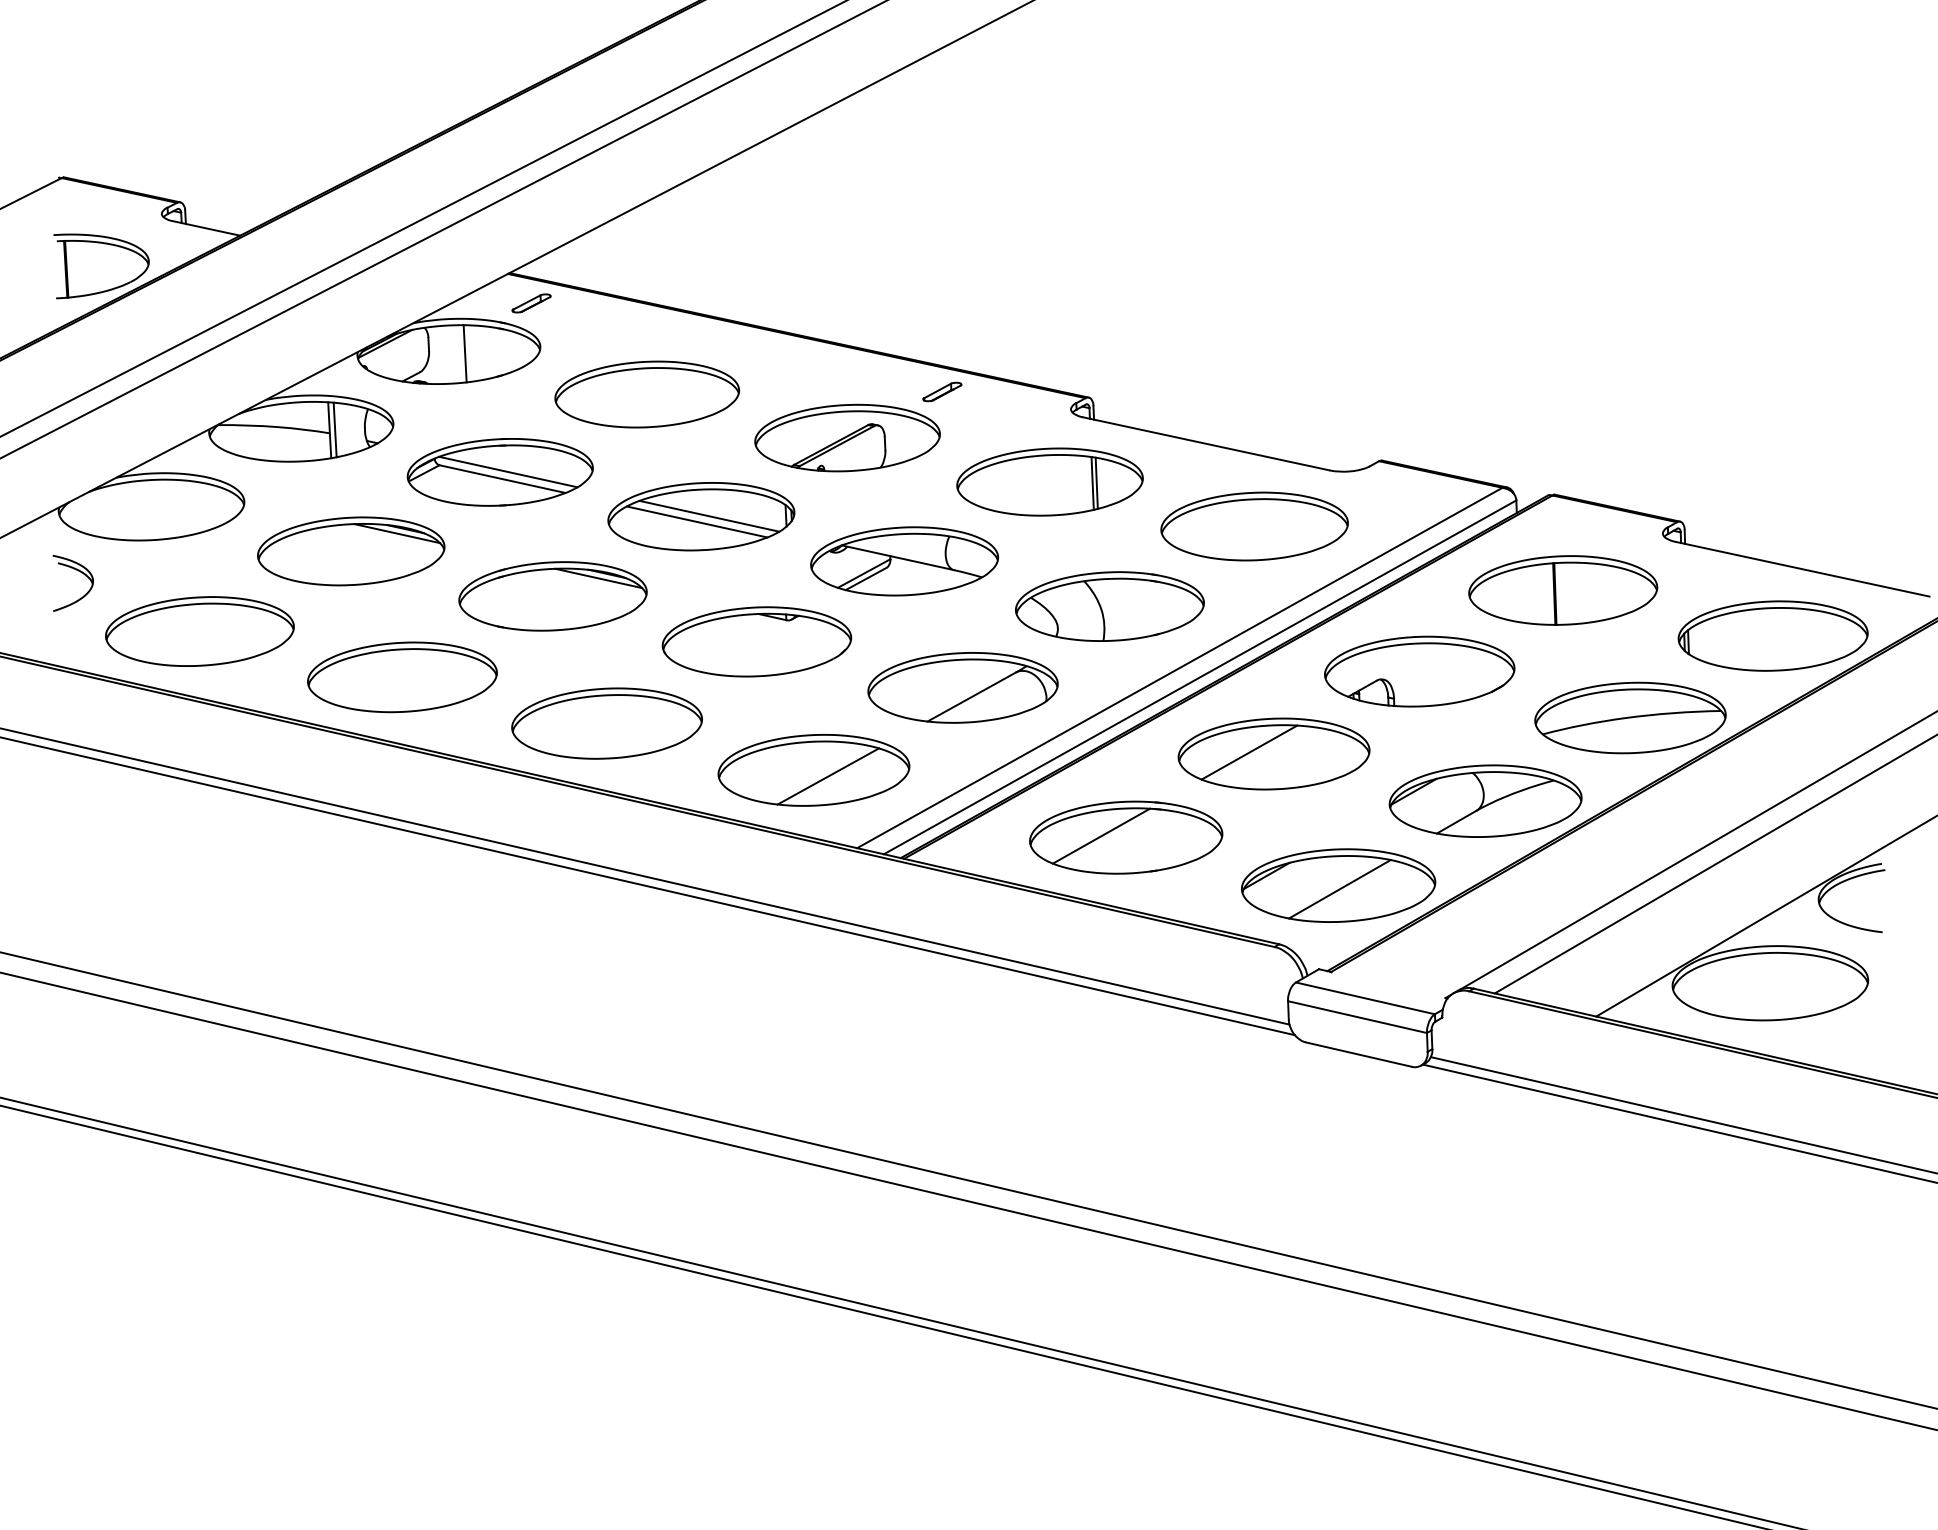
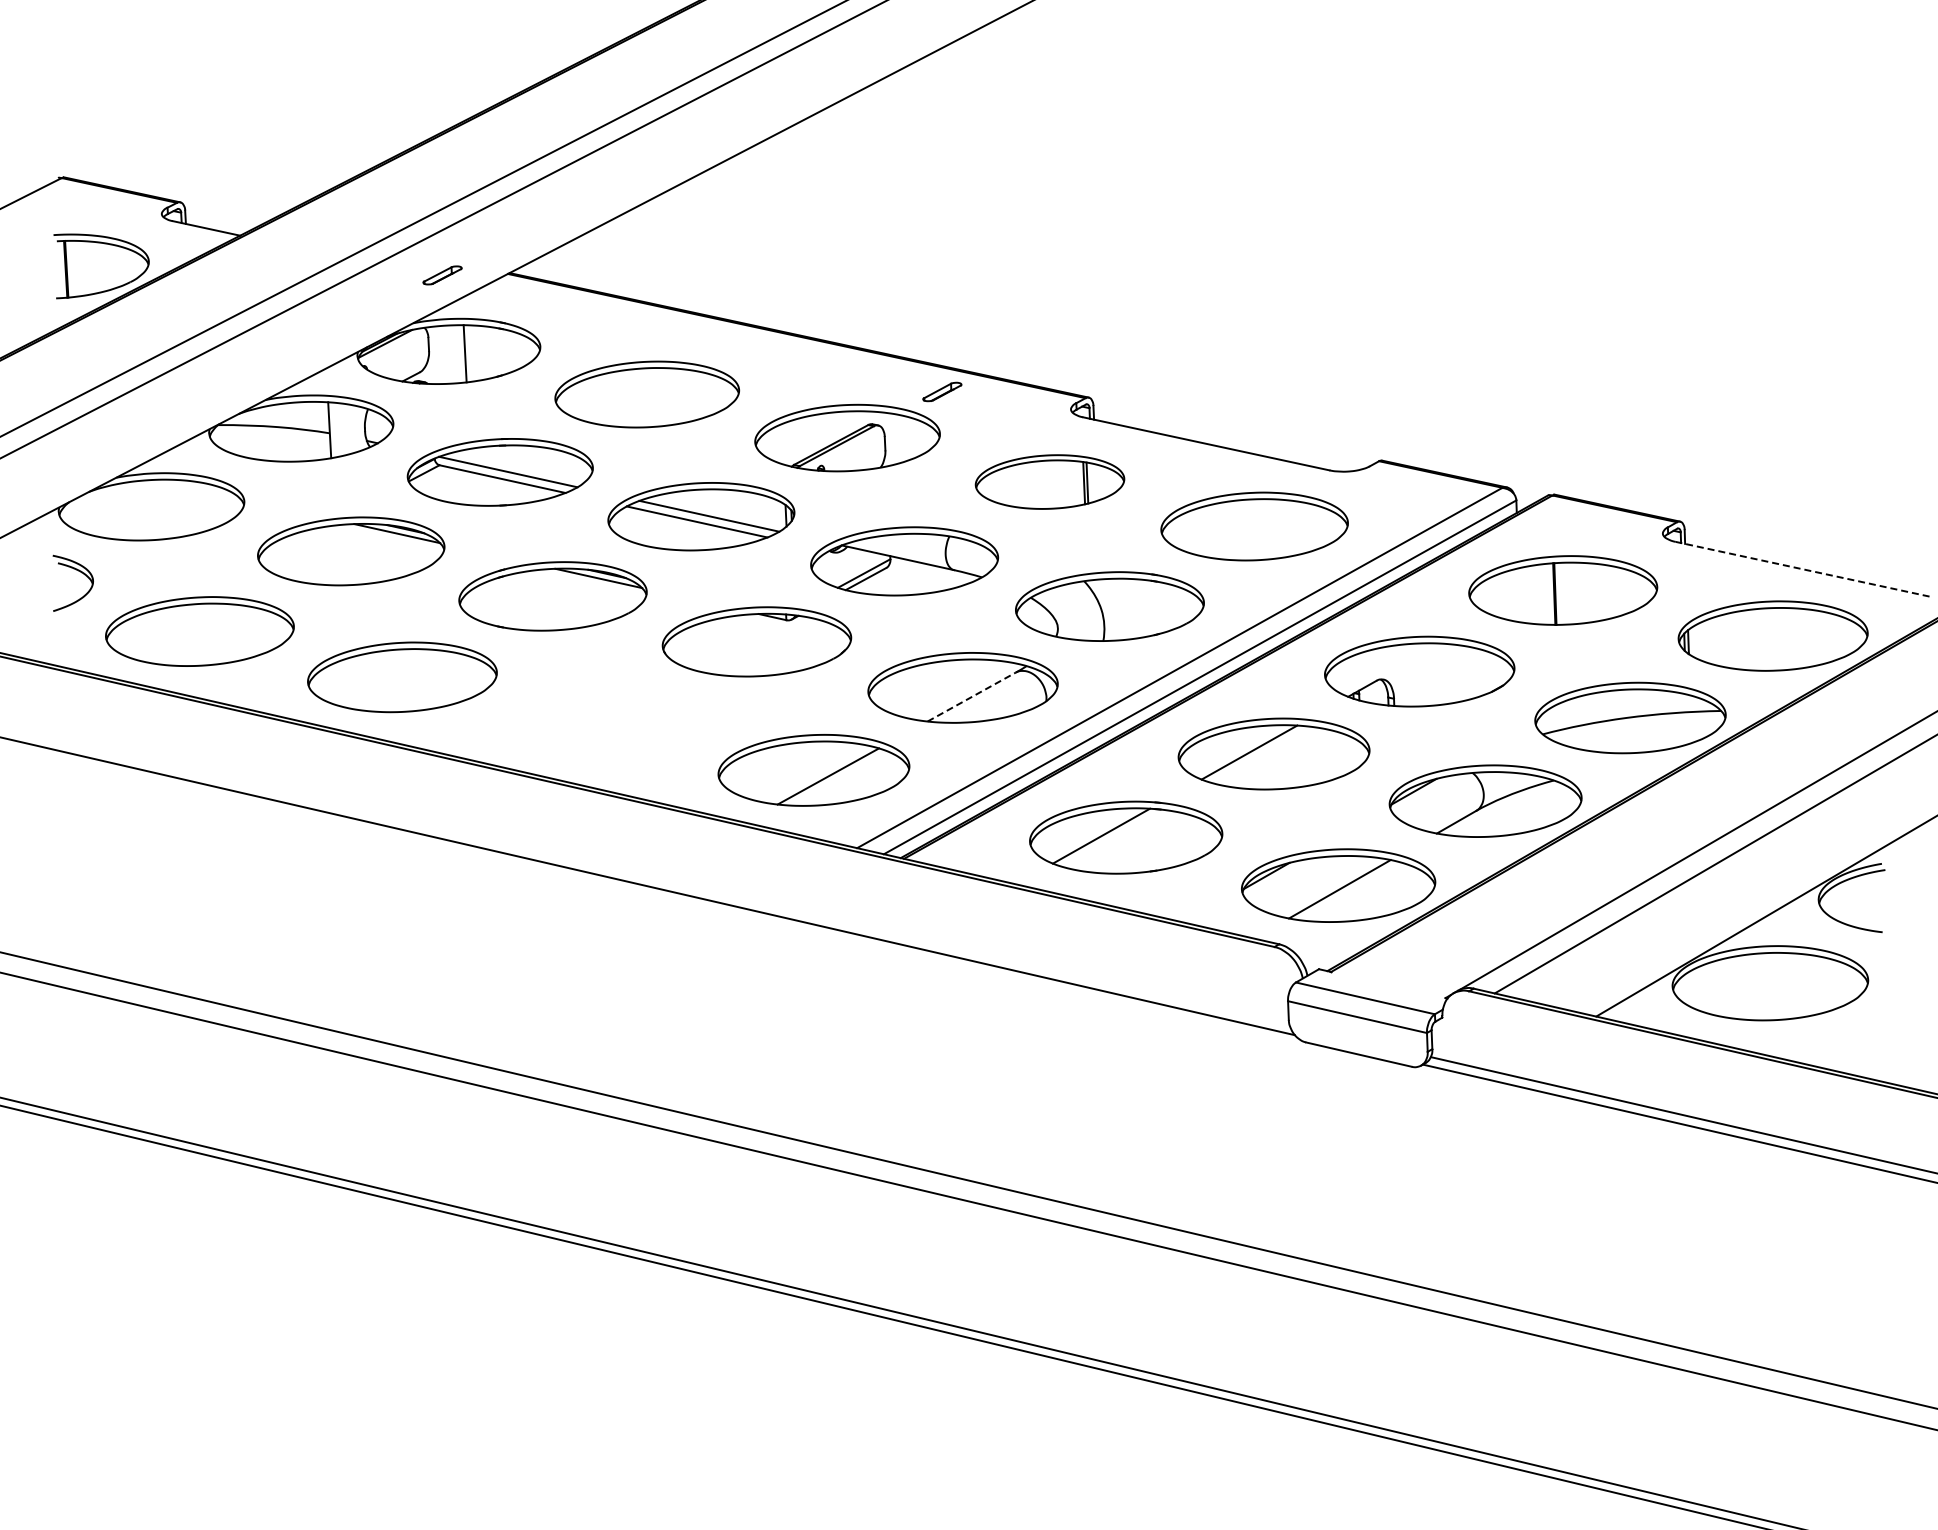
part at (531, 303) position: (531, 303) -> (442, 275)
line at (334, 429): present -> none
part at (1049, 481) size: 188x70 px -> 152x56 px
line at (1802, 569): solid -> dashed
line at (971, 697): solid -> dashed
part at (606, 723): present -> none
line at (645, 876): present -> none
